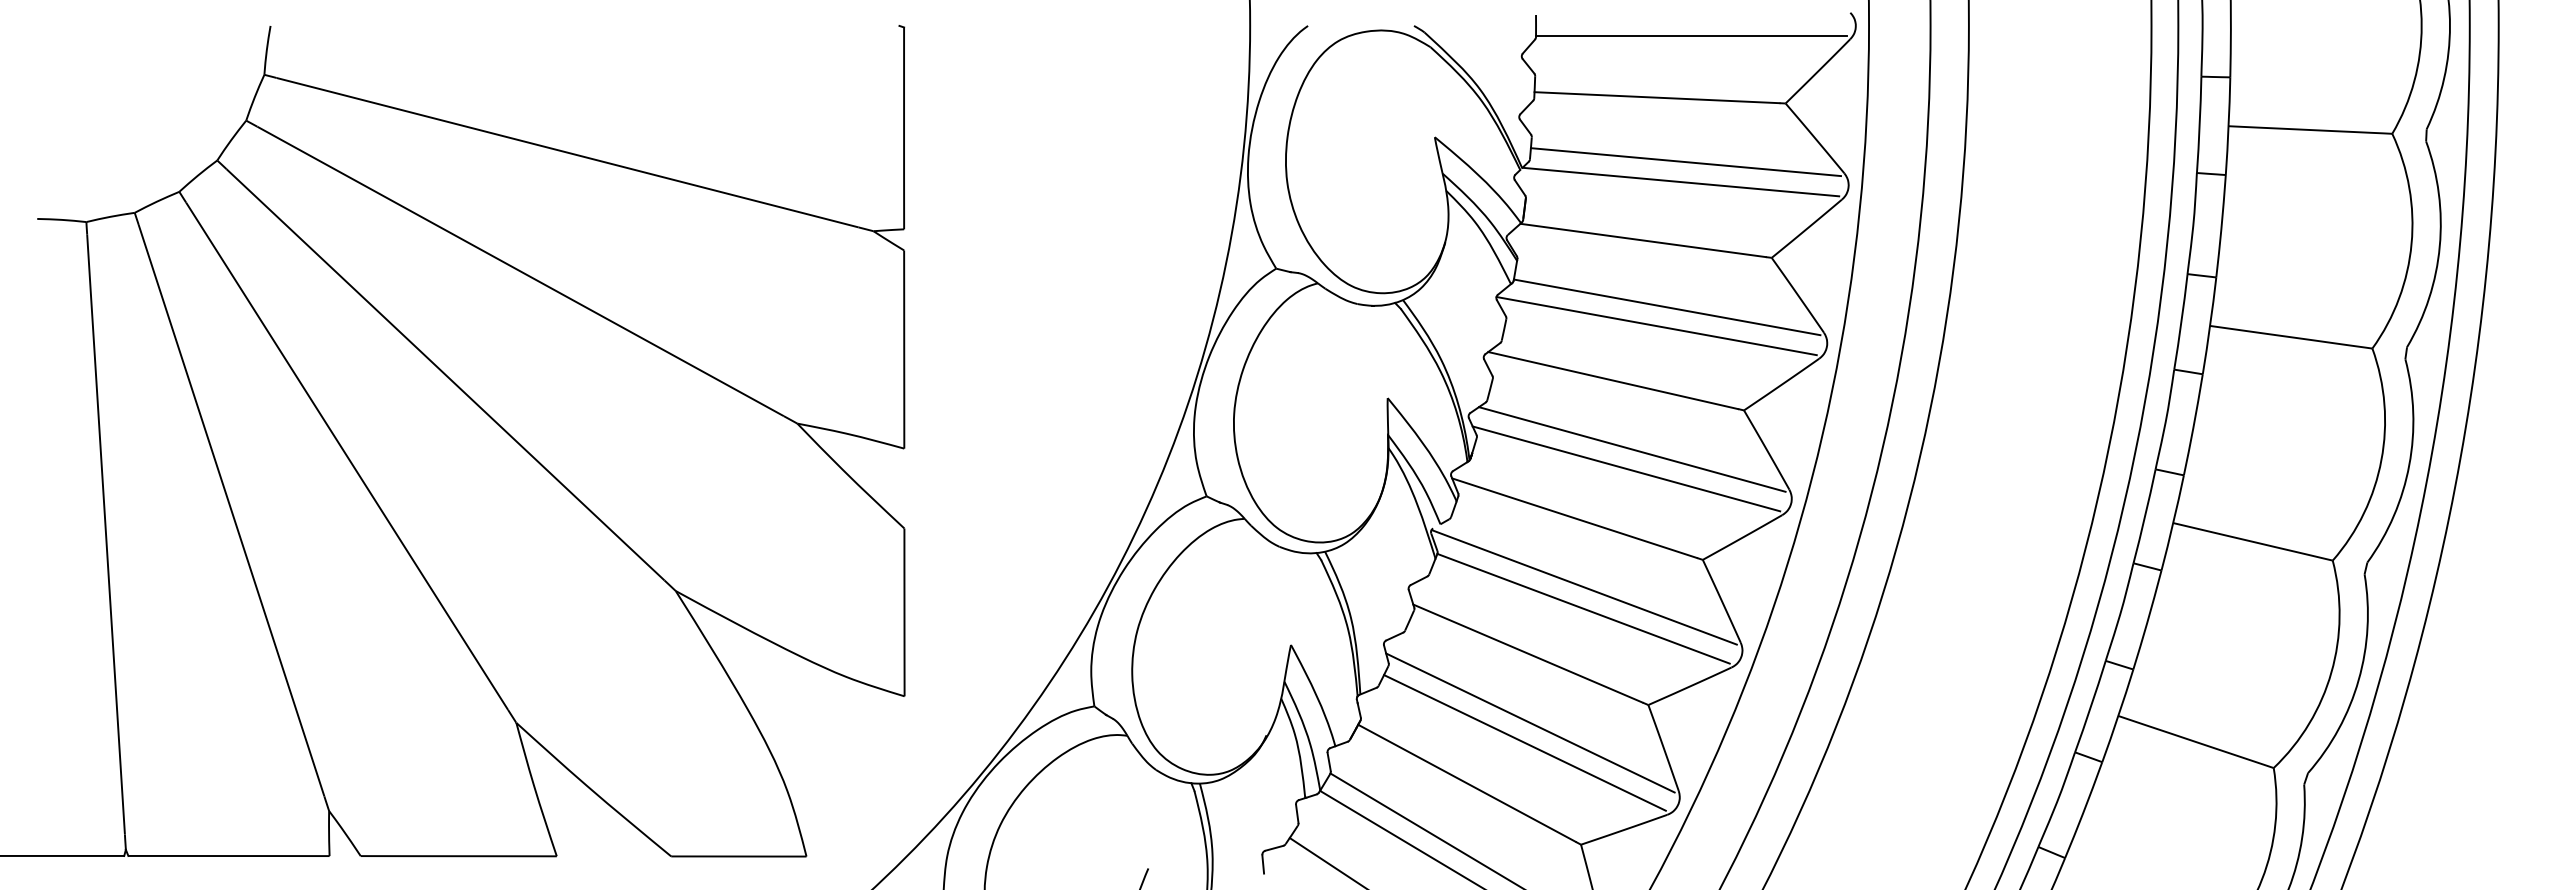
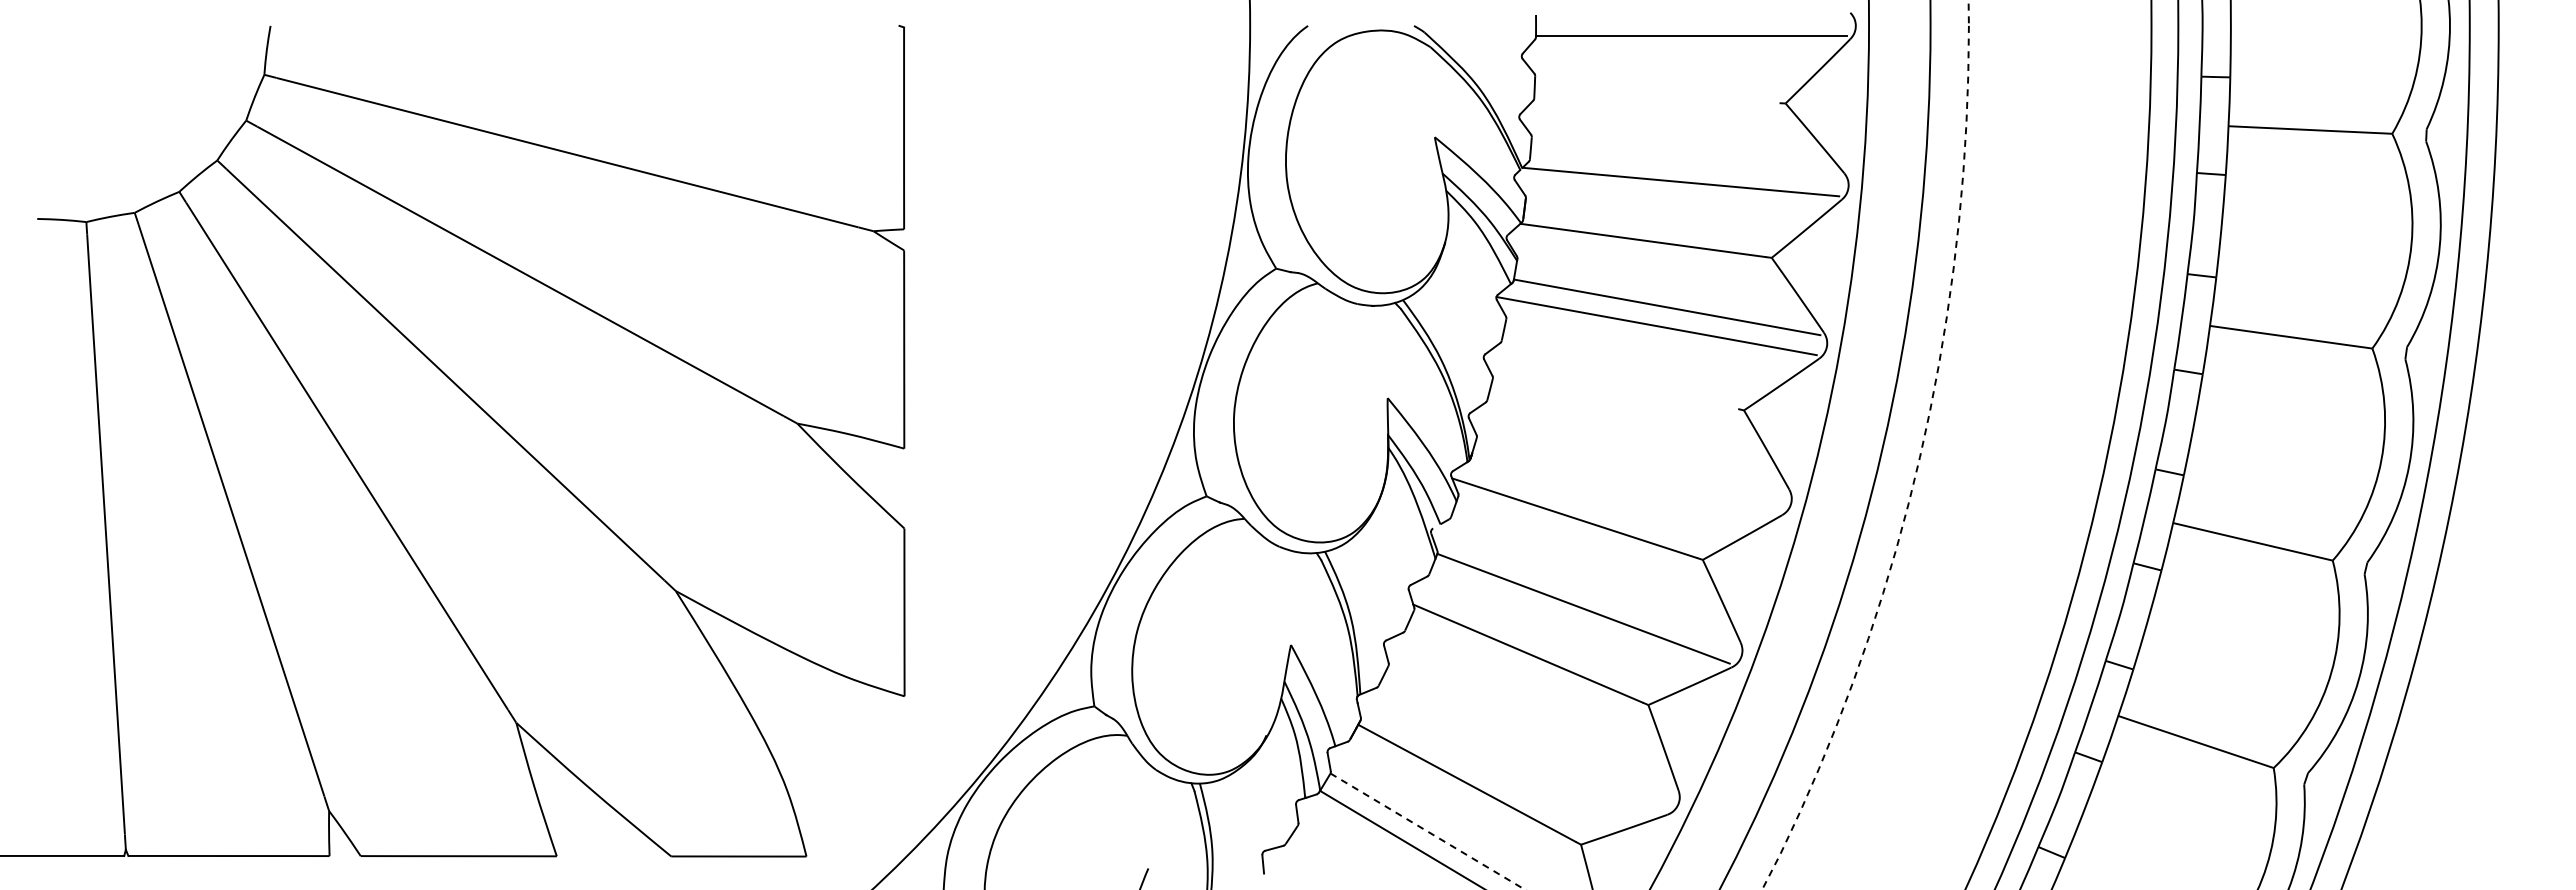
line at (1656, 97): present -> none
line at (1685, 162): present -> none
line at (1613, 380): present -> none
circle at (1865, 444): solid -> dashed
line at (1631, 449): present -> none
line at (1626, 468): present -> none
line at (1583, 587): present -> none
line at (1530, 722): present -> none
line at (1524, 742): present -> none
line at (1428, 831): solid -> dashed
line at (1326, 862): present -> none
